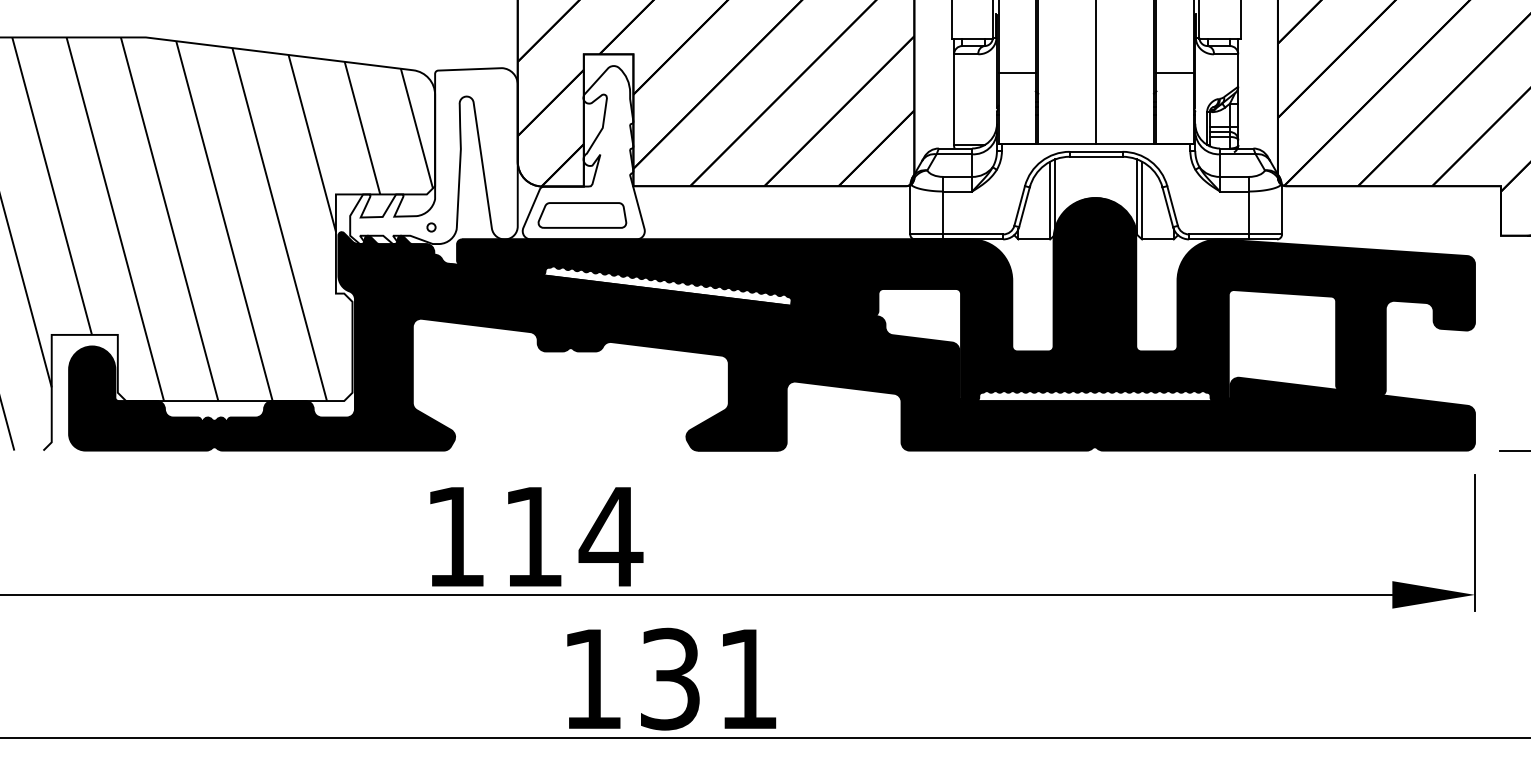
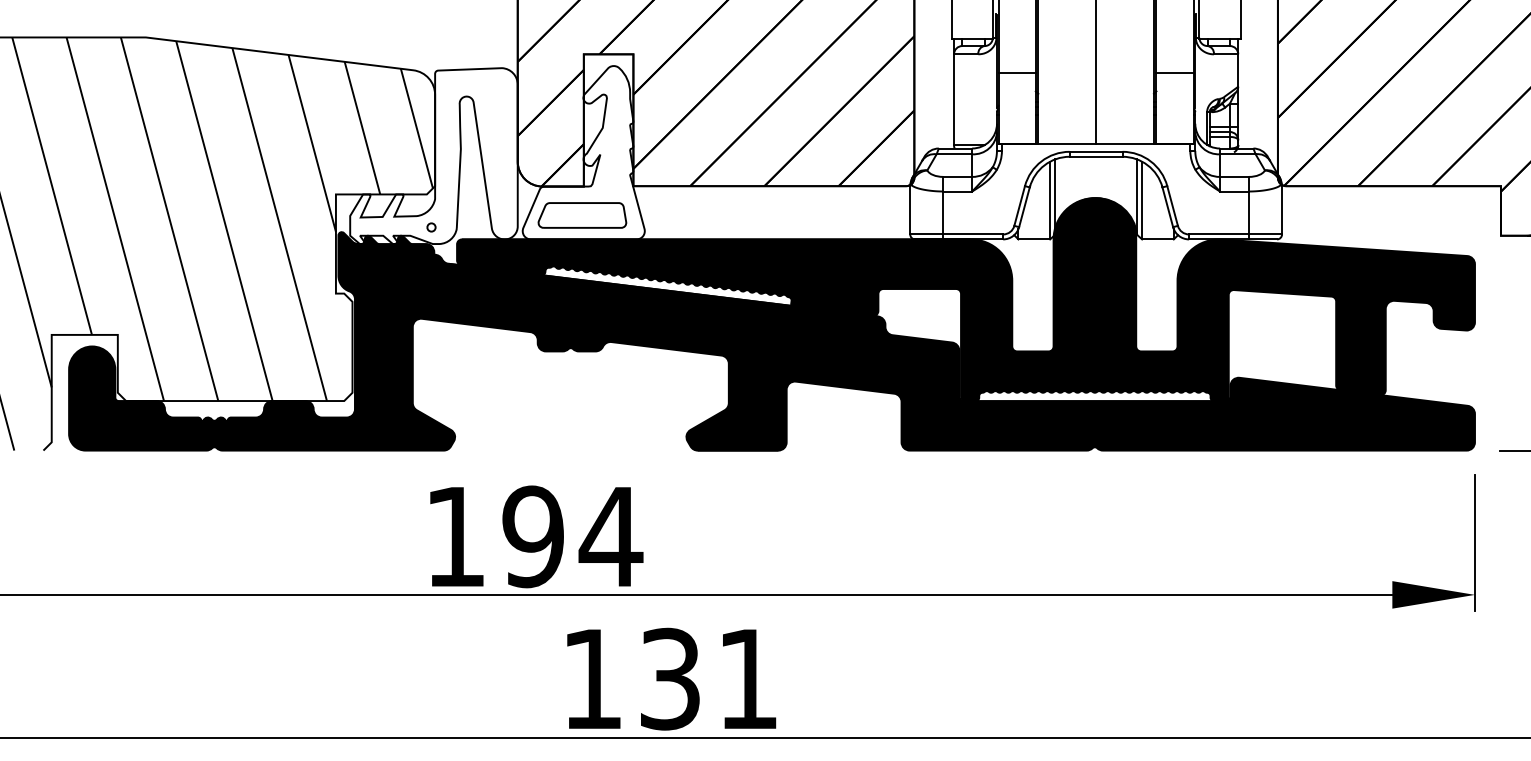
text at (532, 536): 114 -> 194
